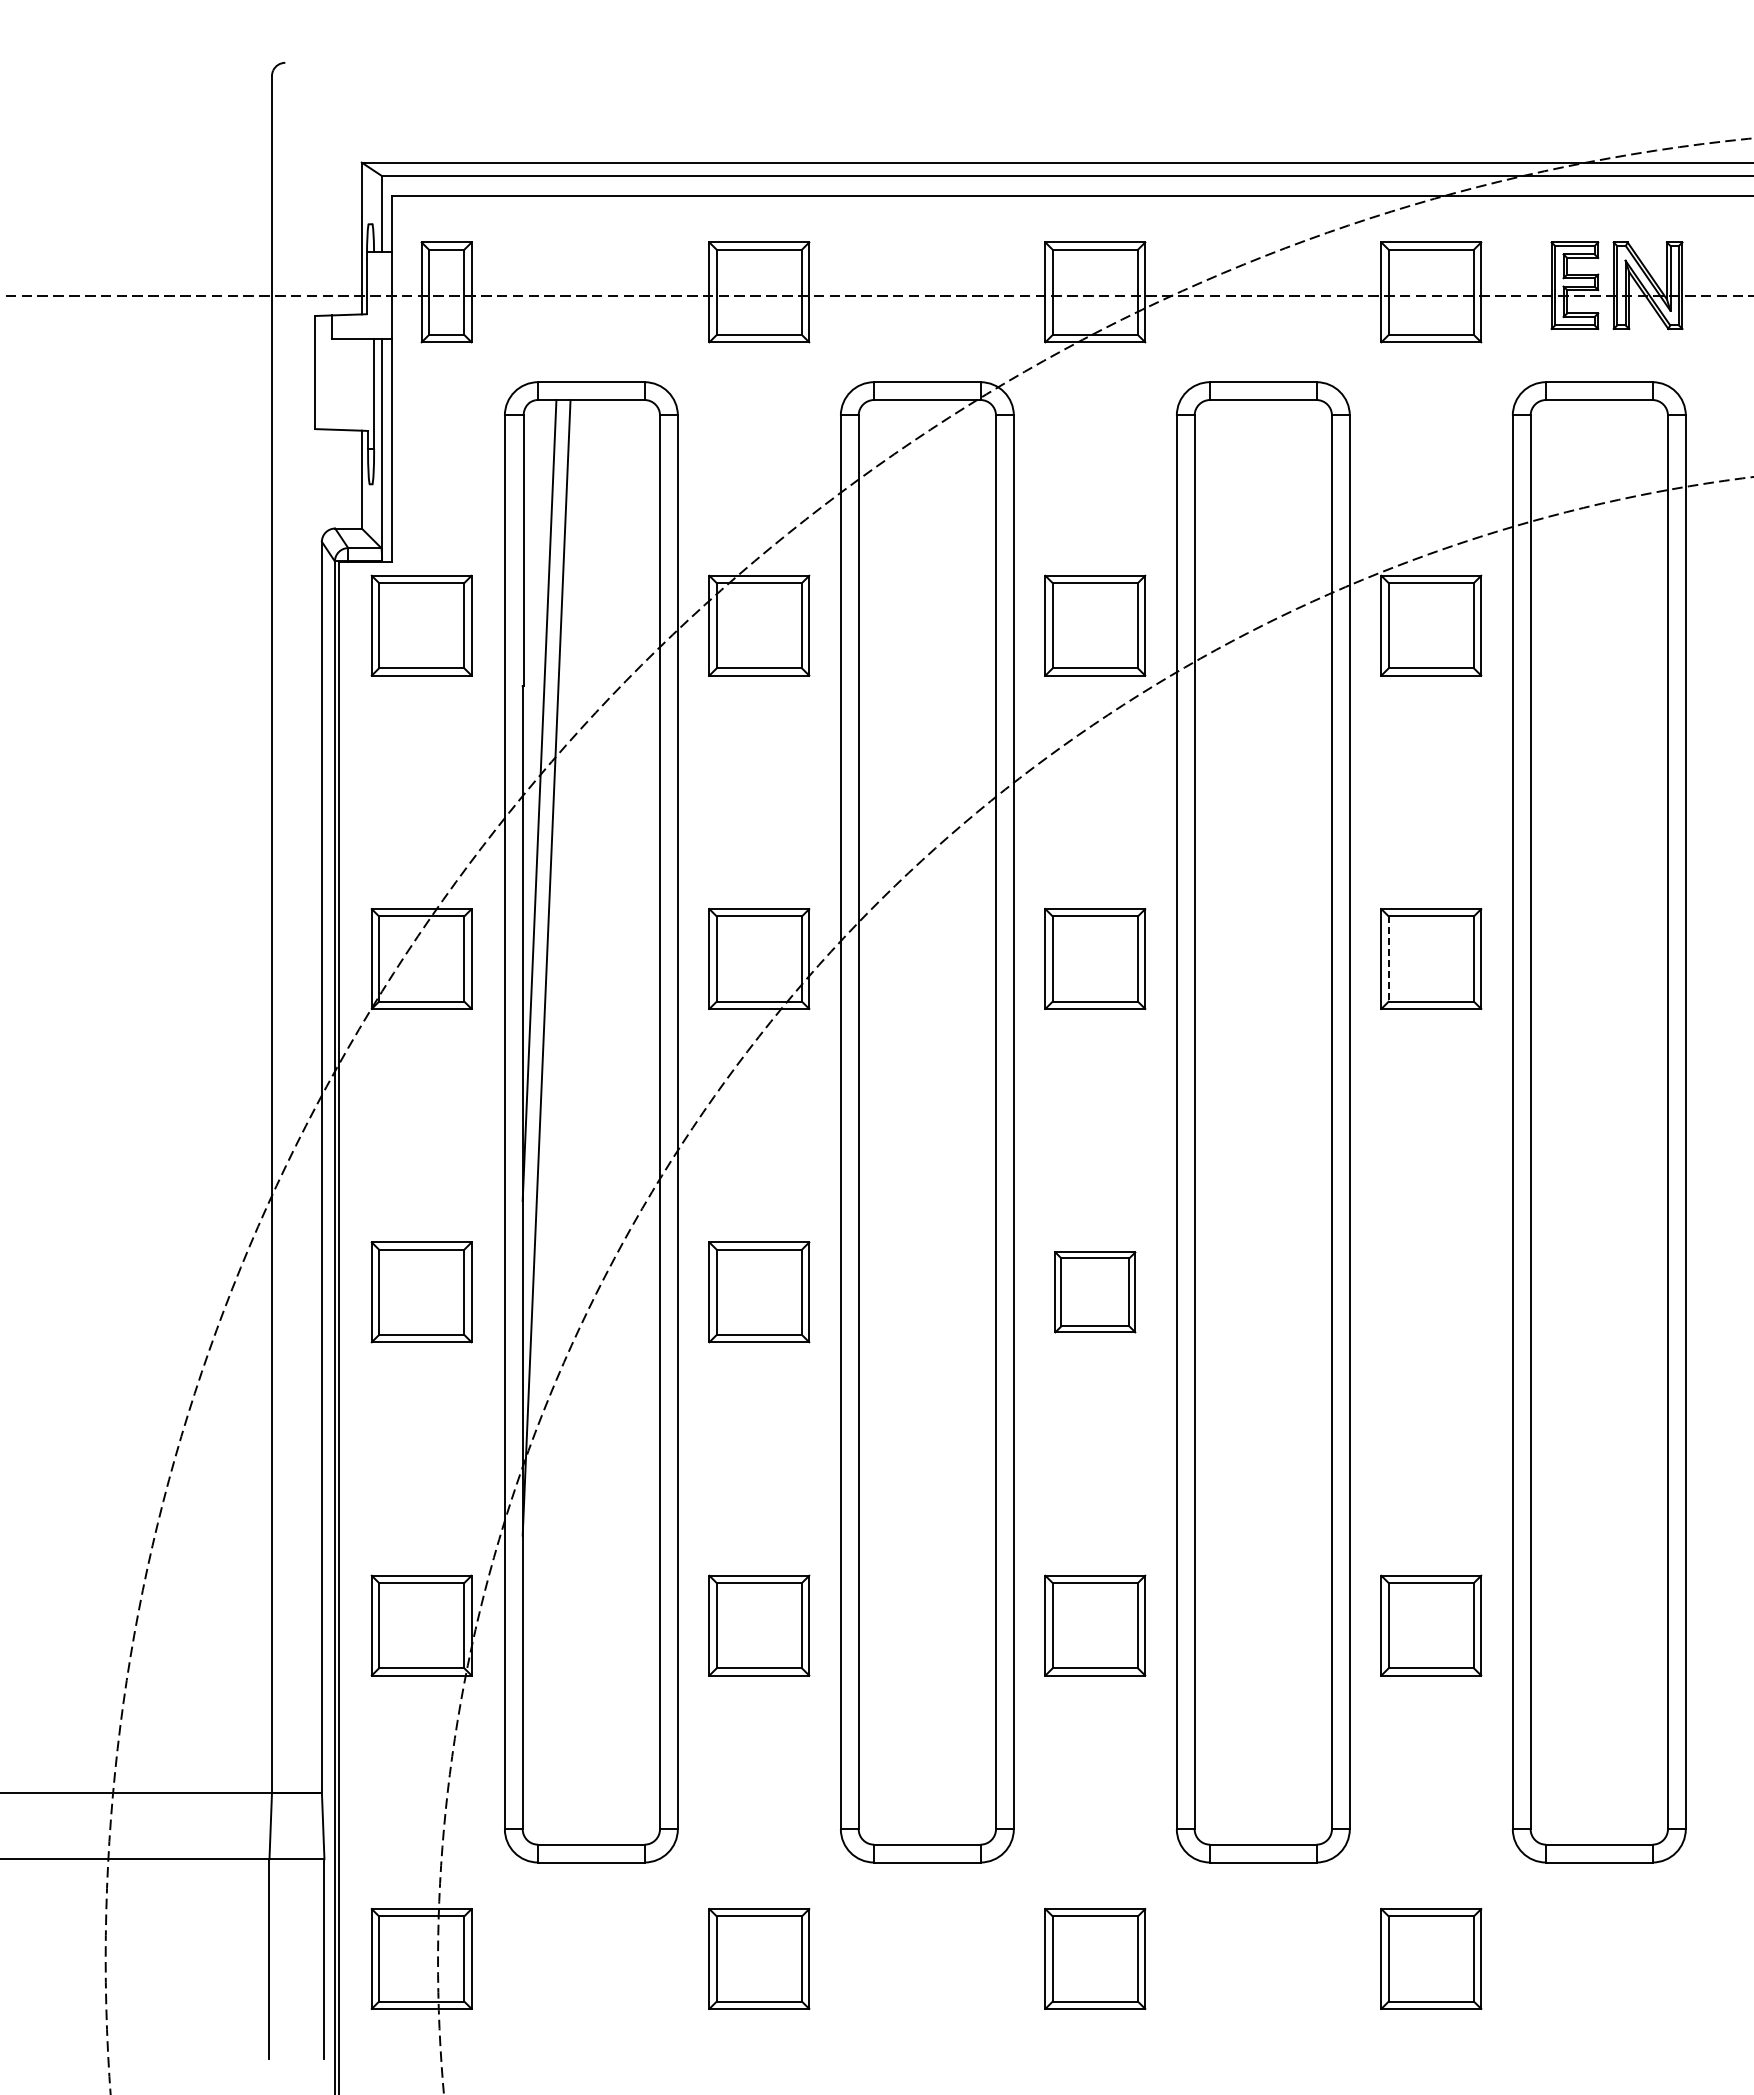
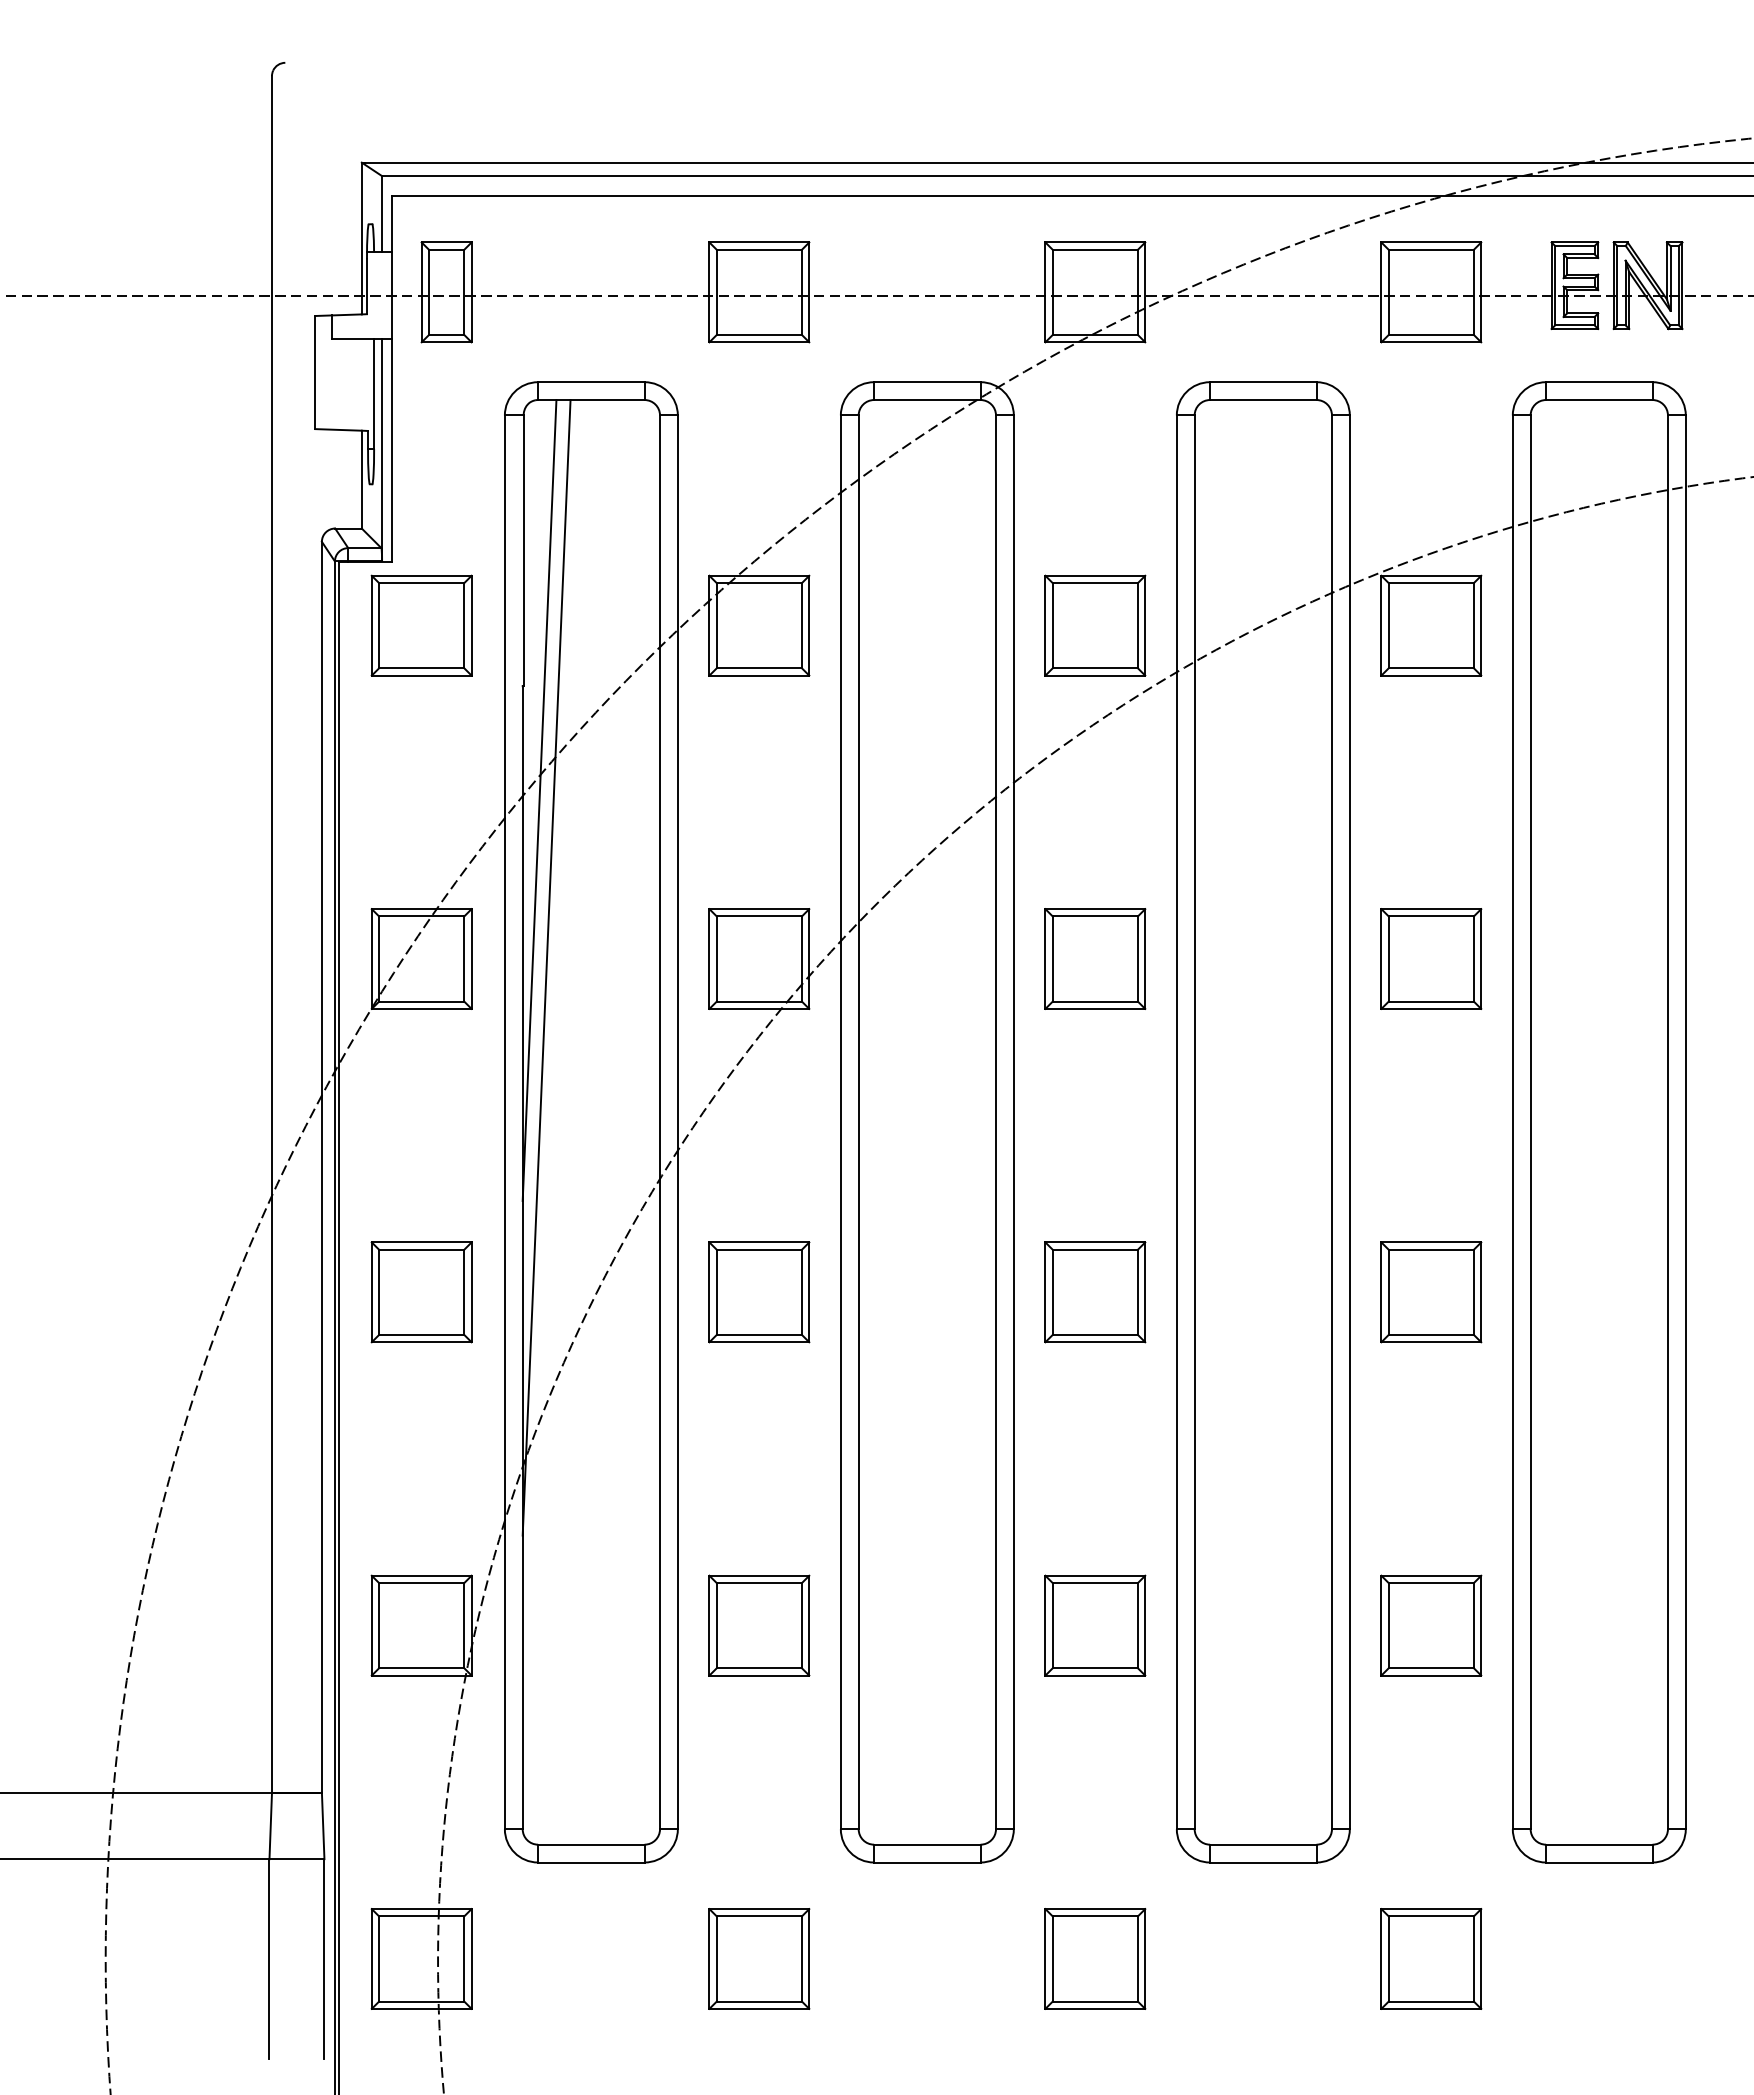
line at (1388, 959): dashed -> solid
part at (1095, 1292) size: 83x83 px -> 103x103 px
part at (1431, 1292): none -> present
